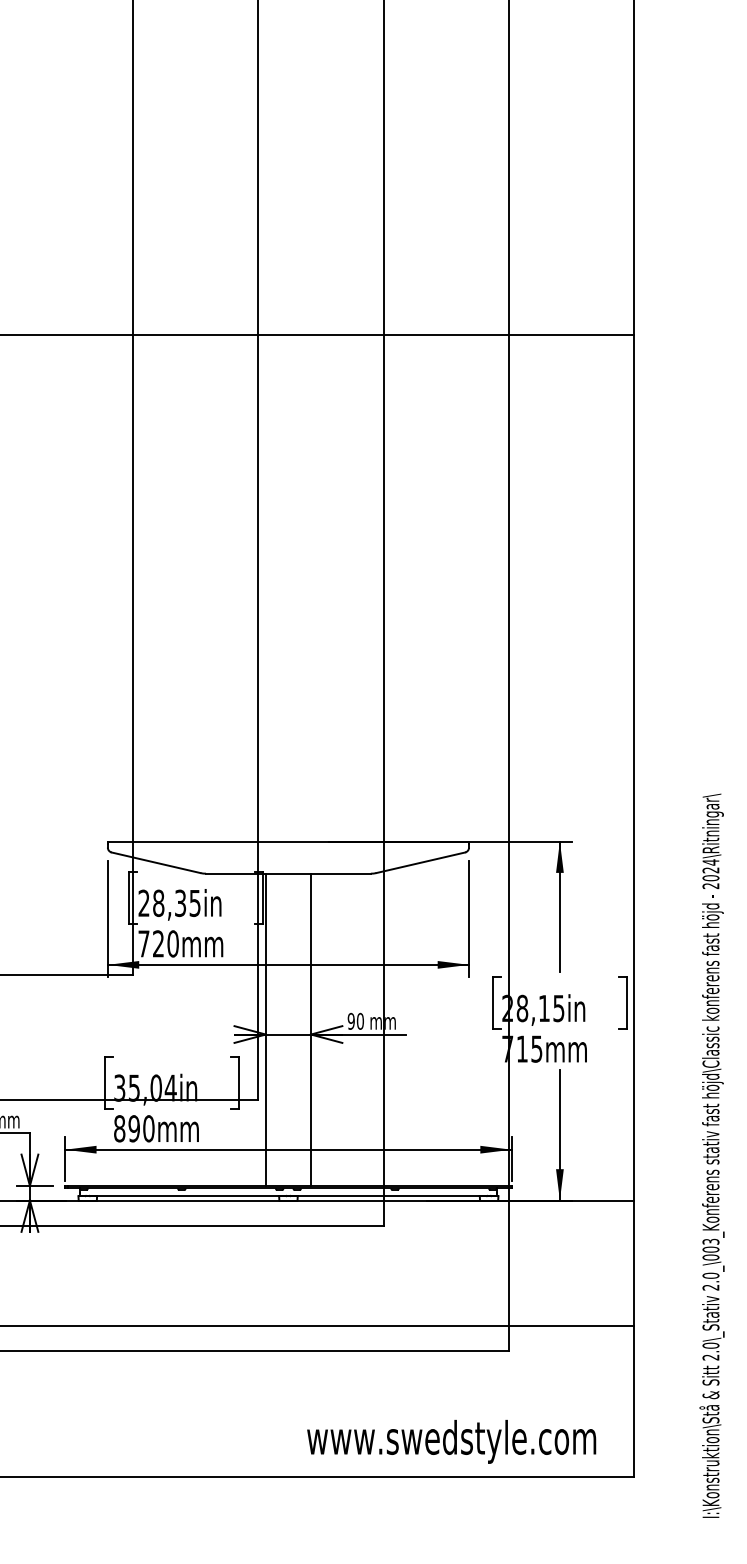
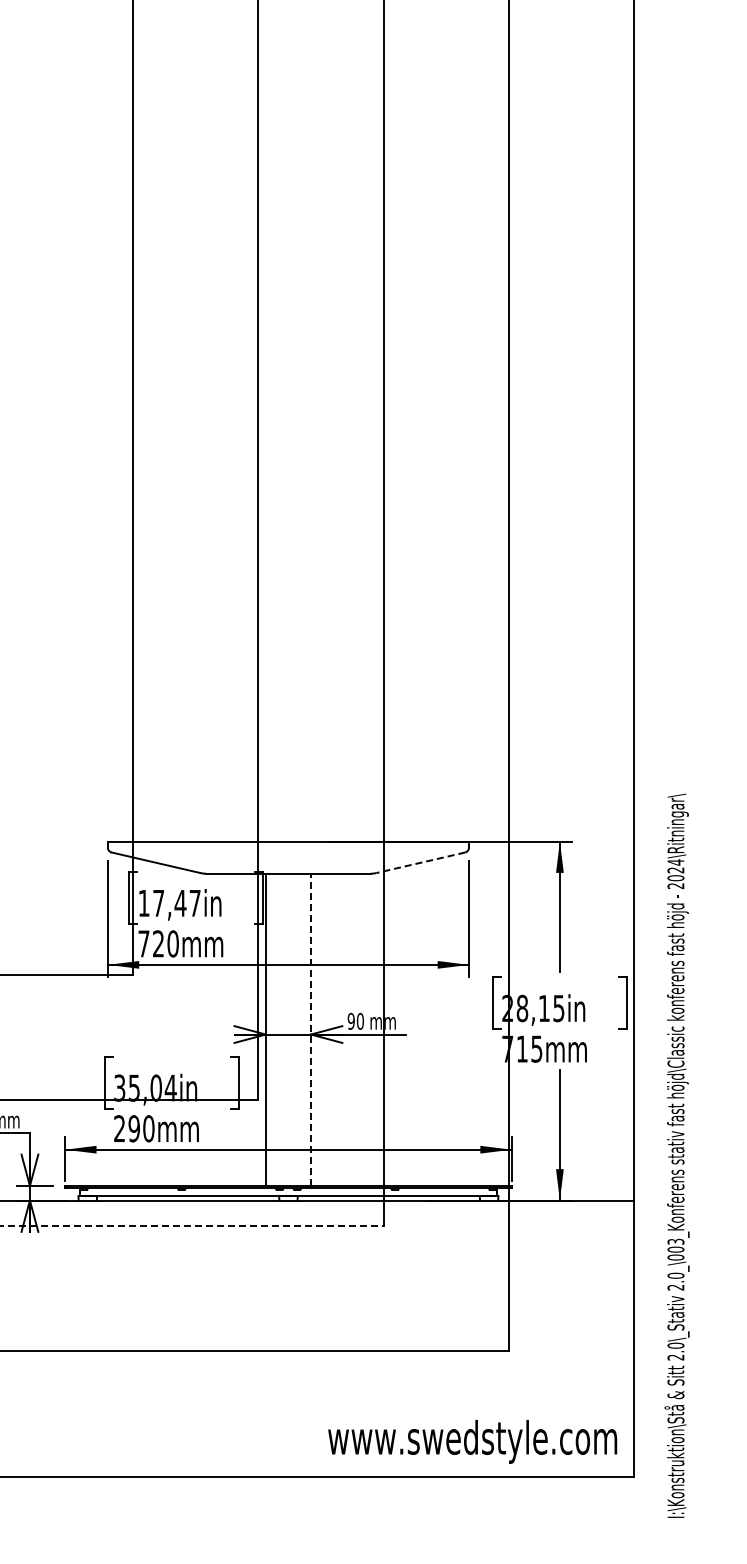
line at (318, 335): present -> none
line at (420, 862): solid -> dashed
text at (169, 903): 28,35in -> 17,47in
line at (311, 1029): solid -> dashed
text at (119, 1128): 890mm -> 290mm
text at (711, 1155) position: (711, 1155) -> (676, 1155)
line at (192, 1225): solid -> dashed
line at (318, 1326): present -> none
text at (451, 1441) position: (451, 1441) -> (472, 1441)
